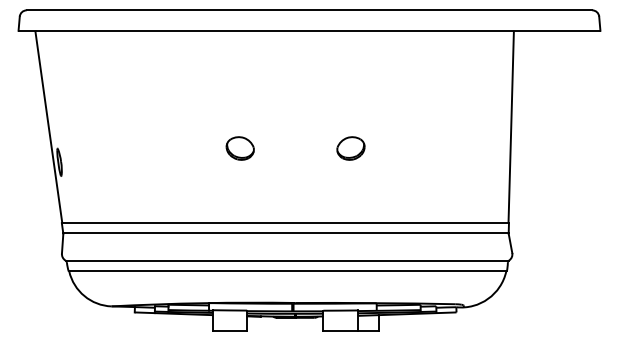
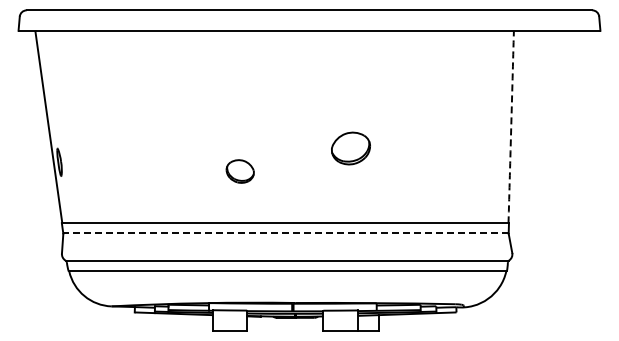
arc at (511, 127): solid -> dashed
part at (239, 148) position: (239, 148) -> (239, 171)
part at (350, 148) size: 30x25 px -> 40x35 px
line at (285, 233): solid -> dashed
